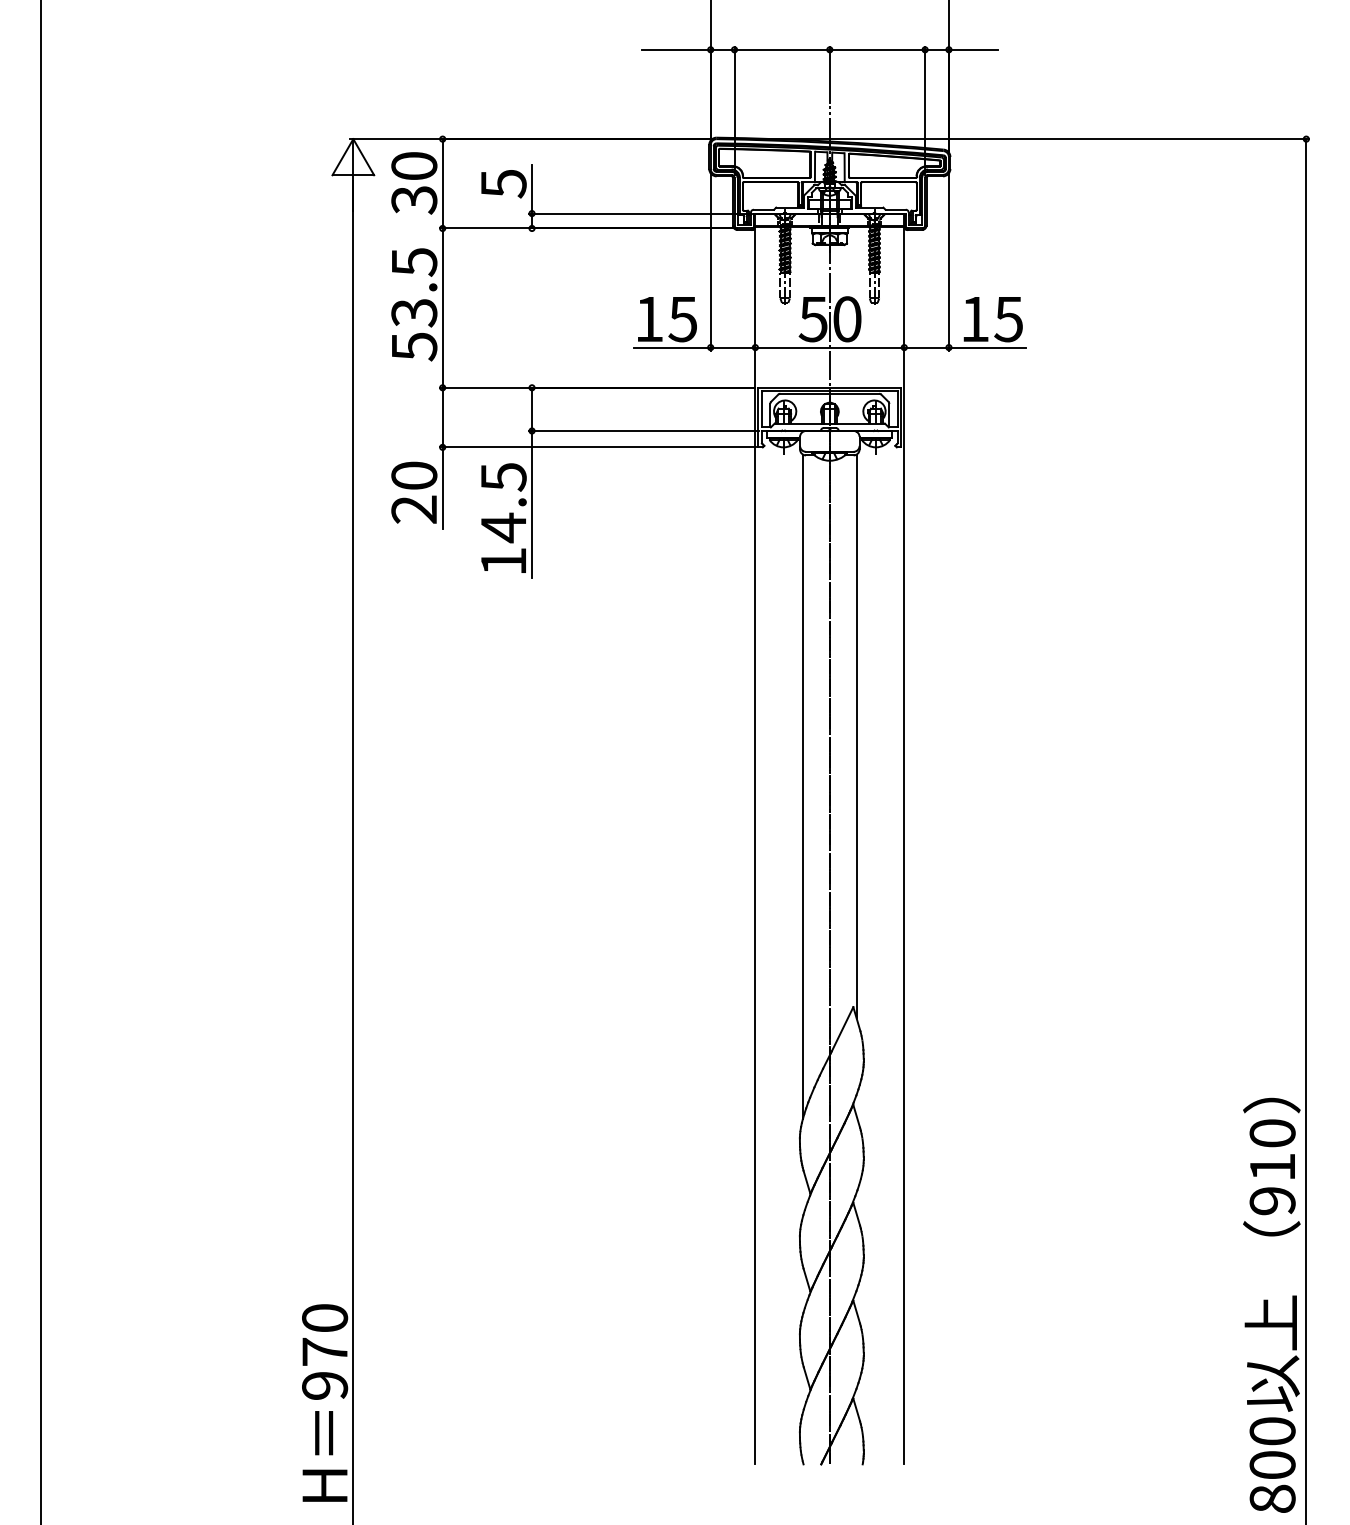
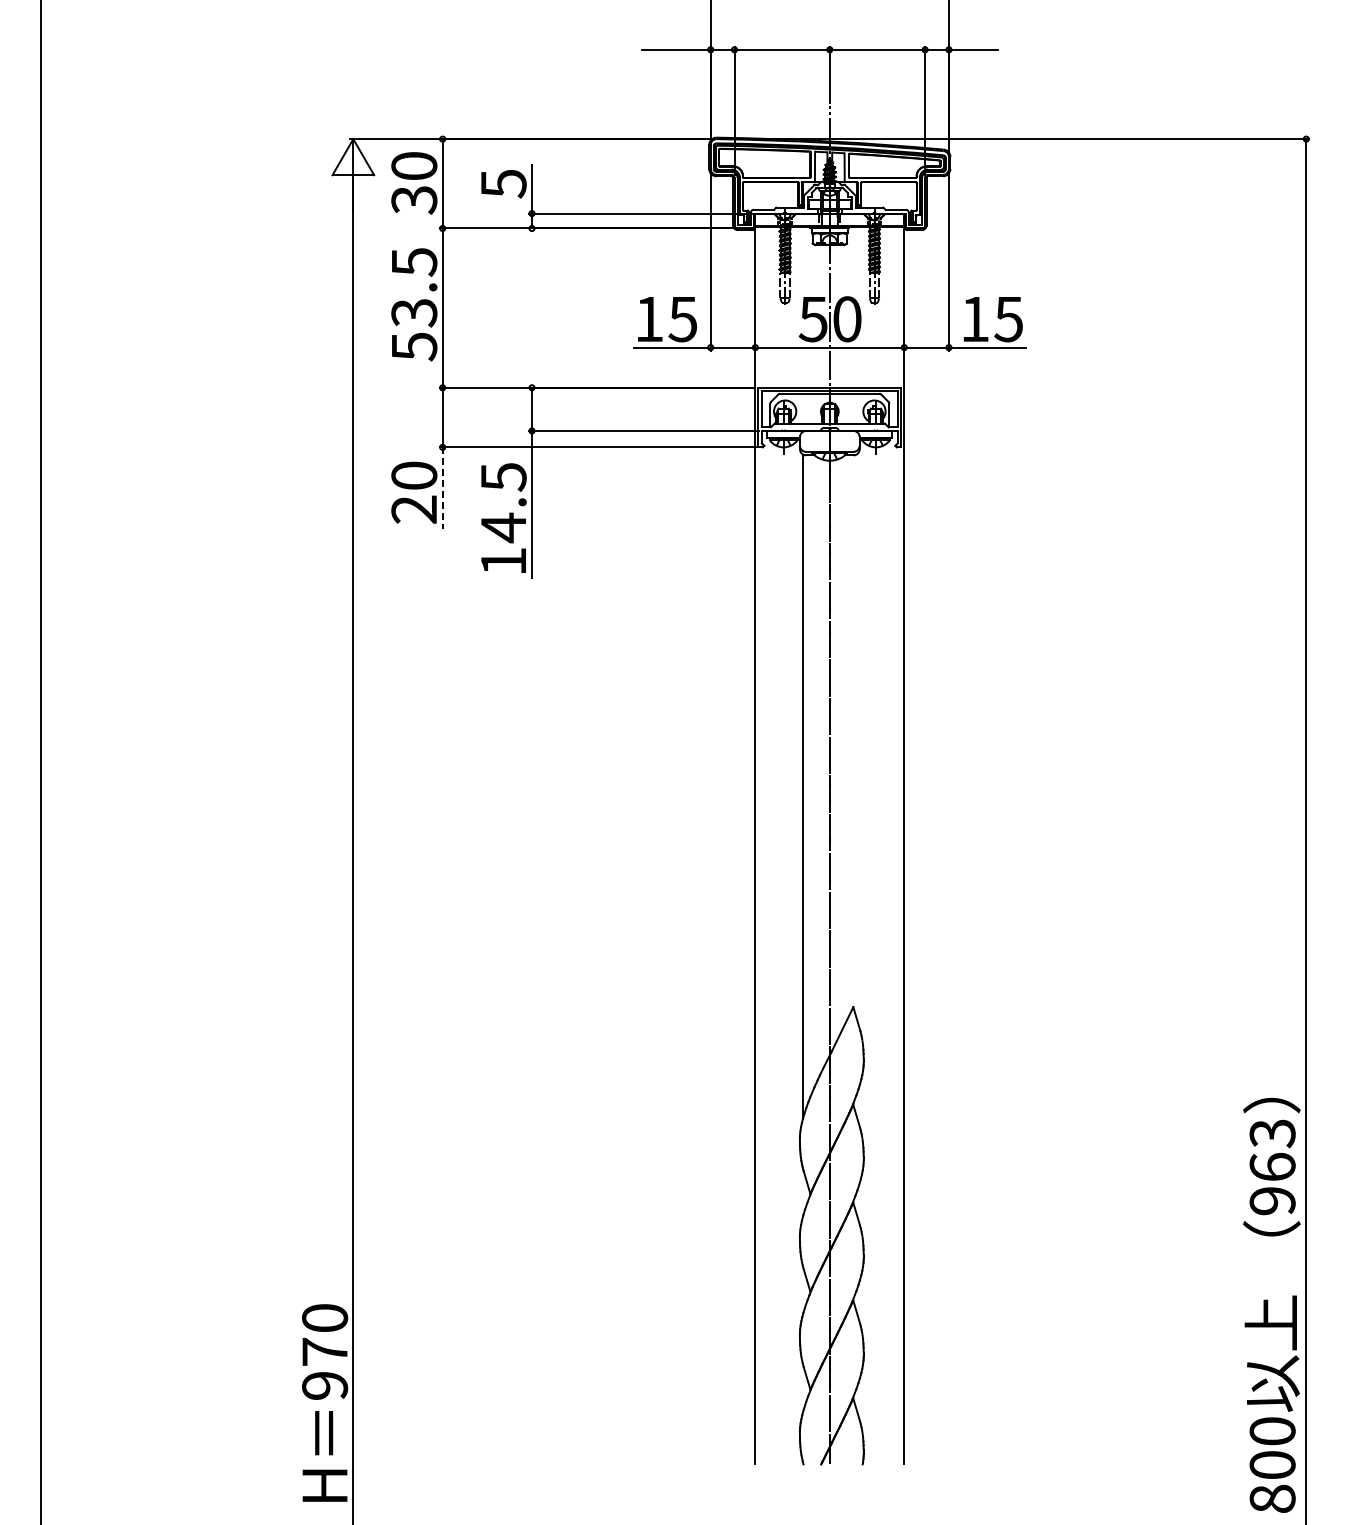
line at (442, 488): solid -> dashed
line at (856, 736): present -> none
text at (1272, 1149): 910 -> 963
